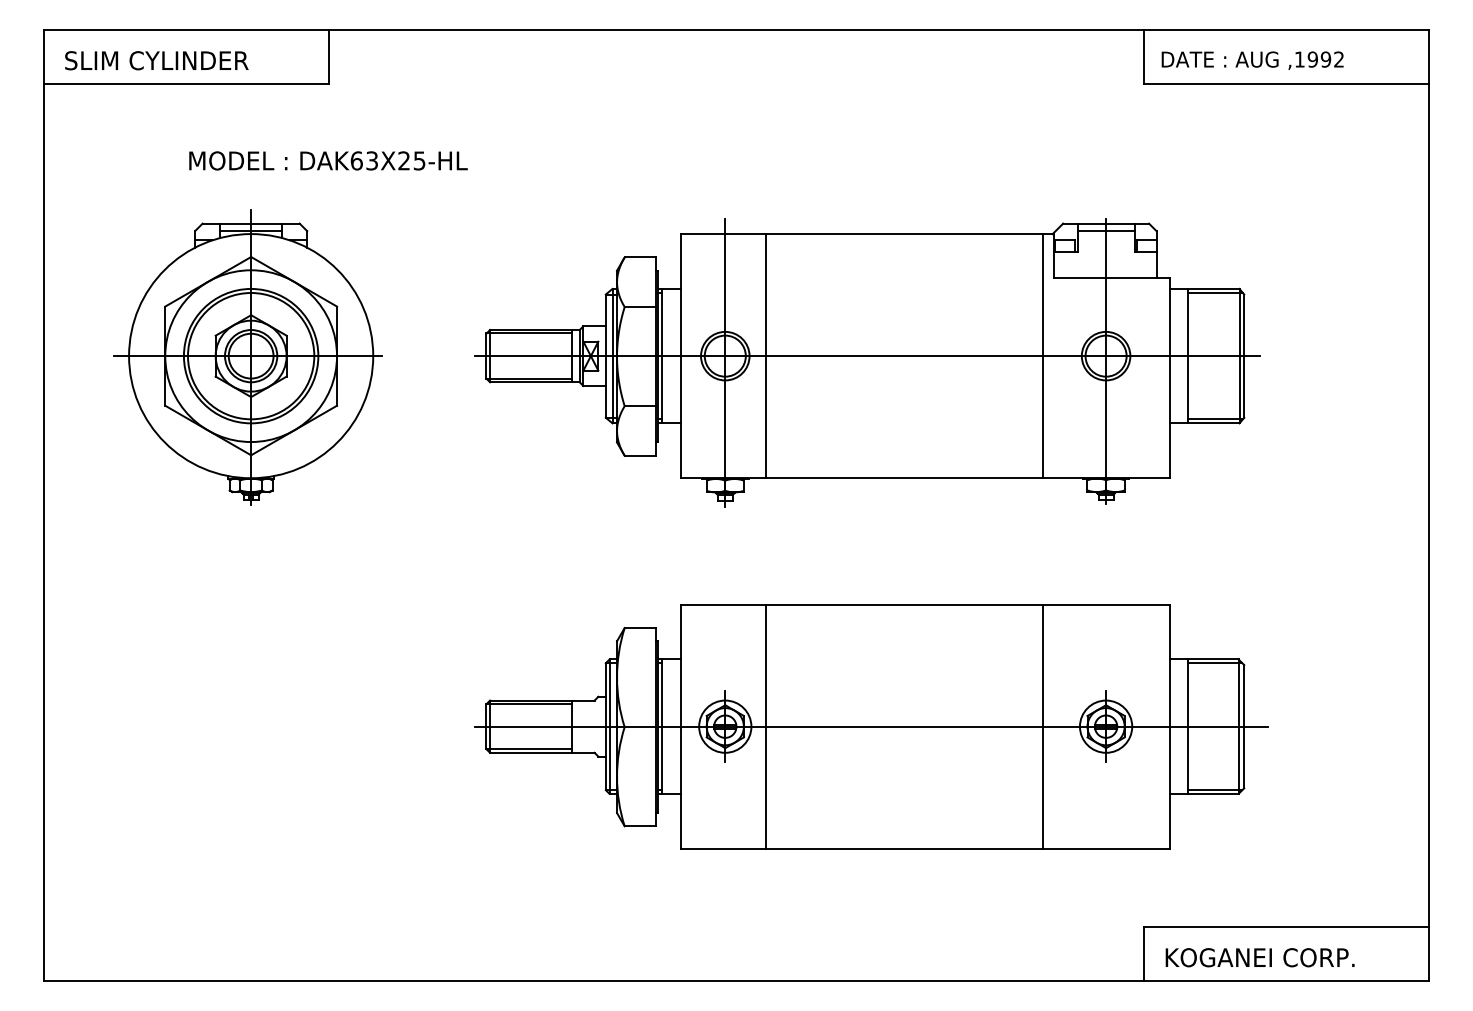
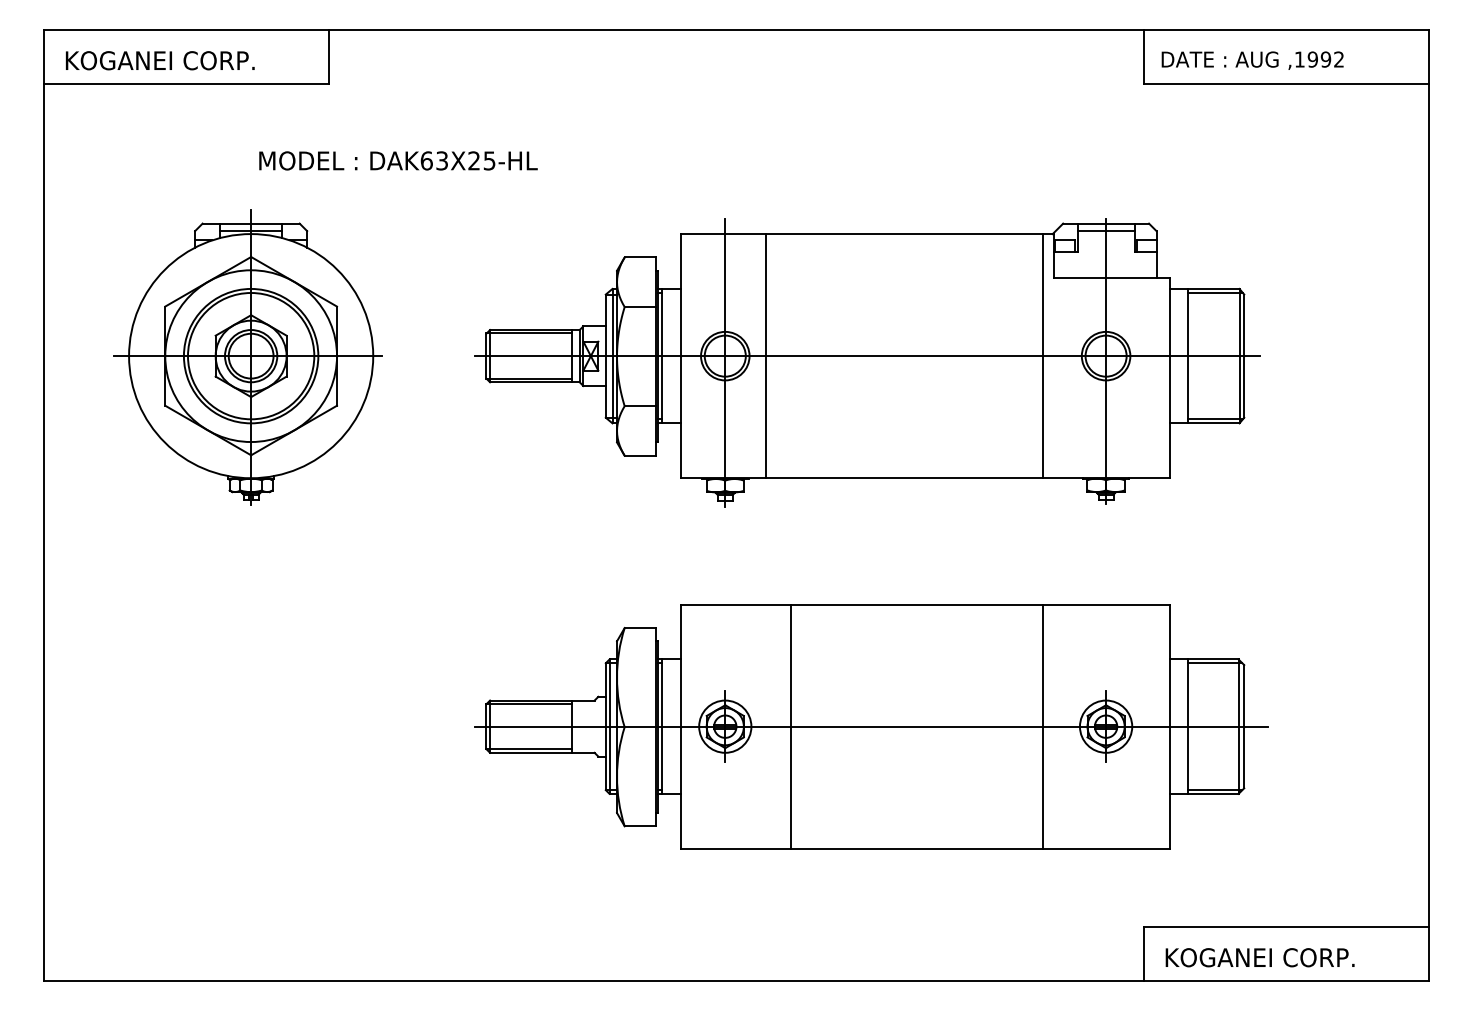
text at (159, 60): SLIM CYLINDER -> KOGANEI CORP.
text at (328, 160) position: (328, 160) -> (398, 160)
line at (766, 726) position: (766, 726) -> (791, 726)
